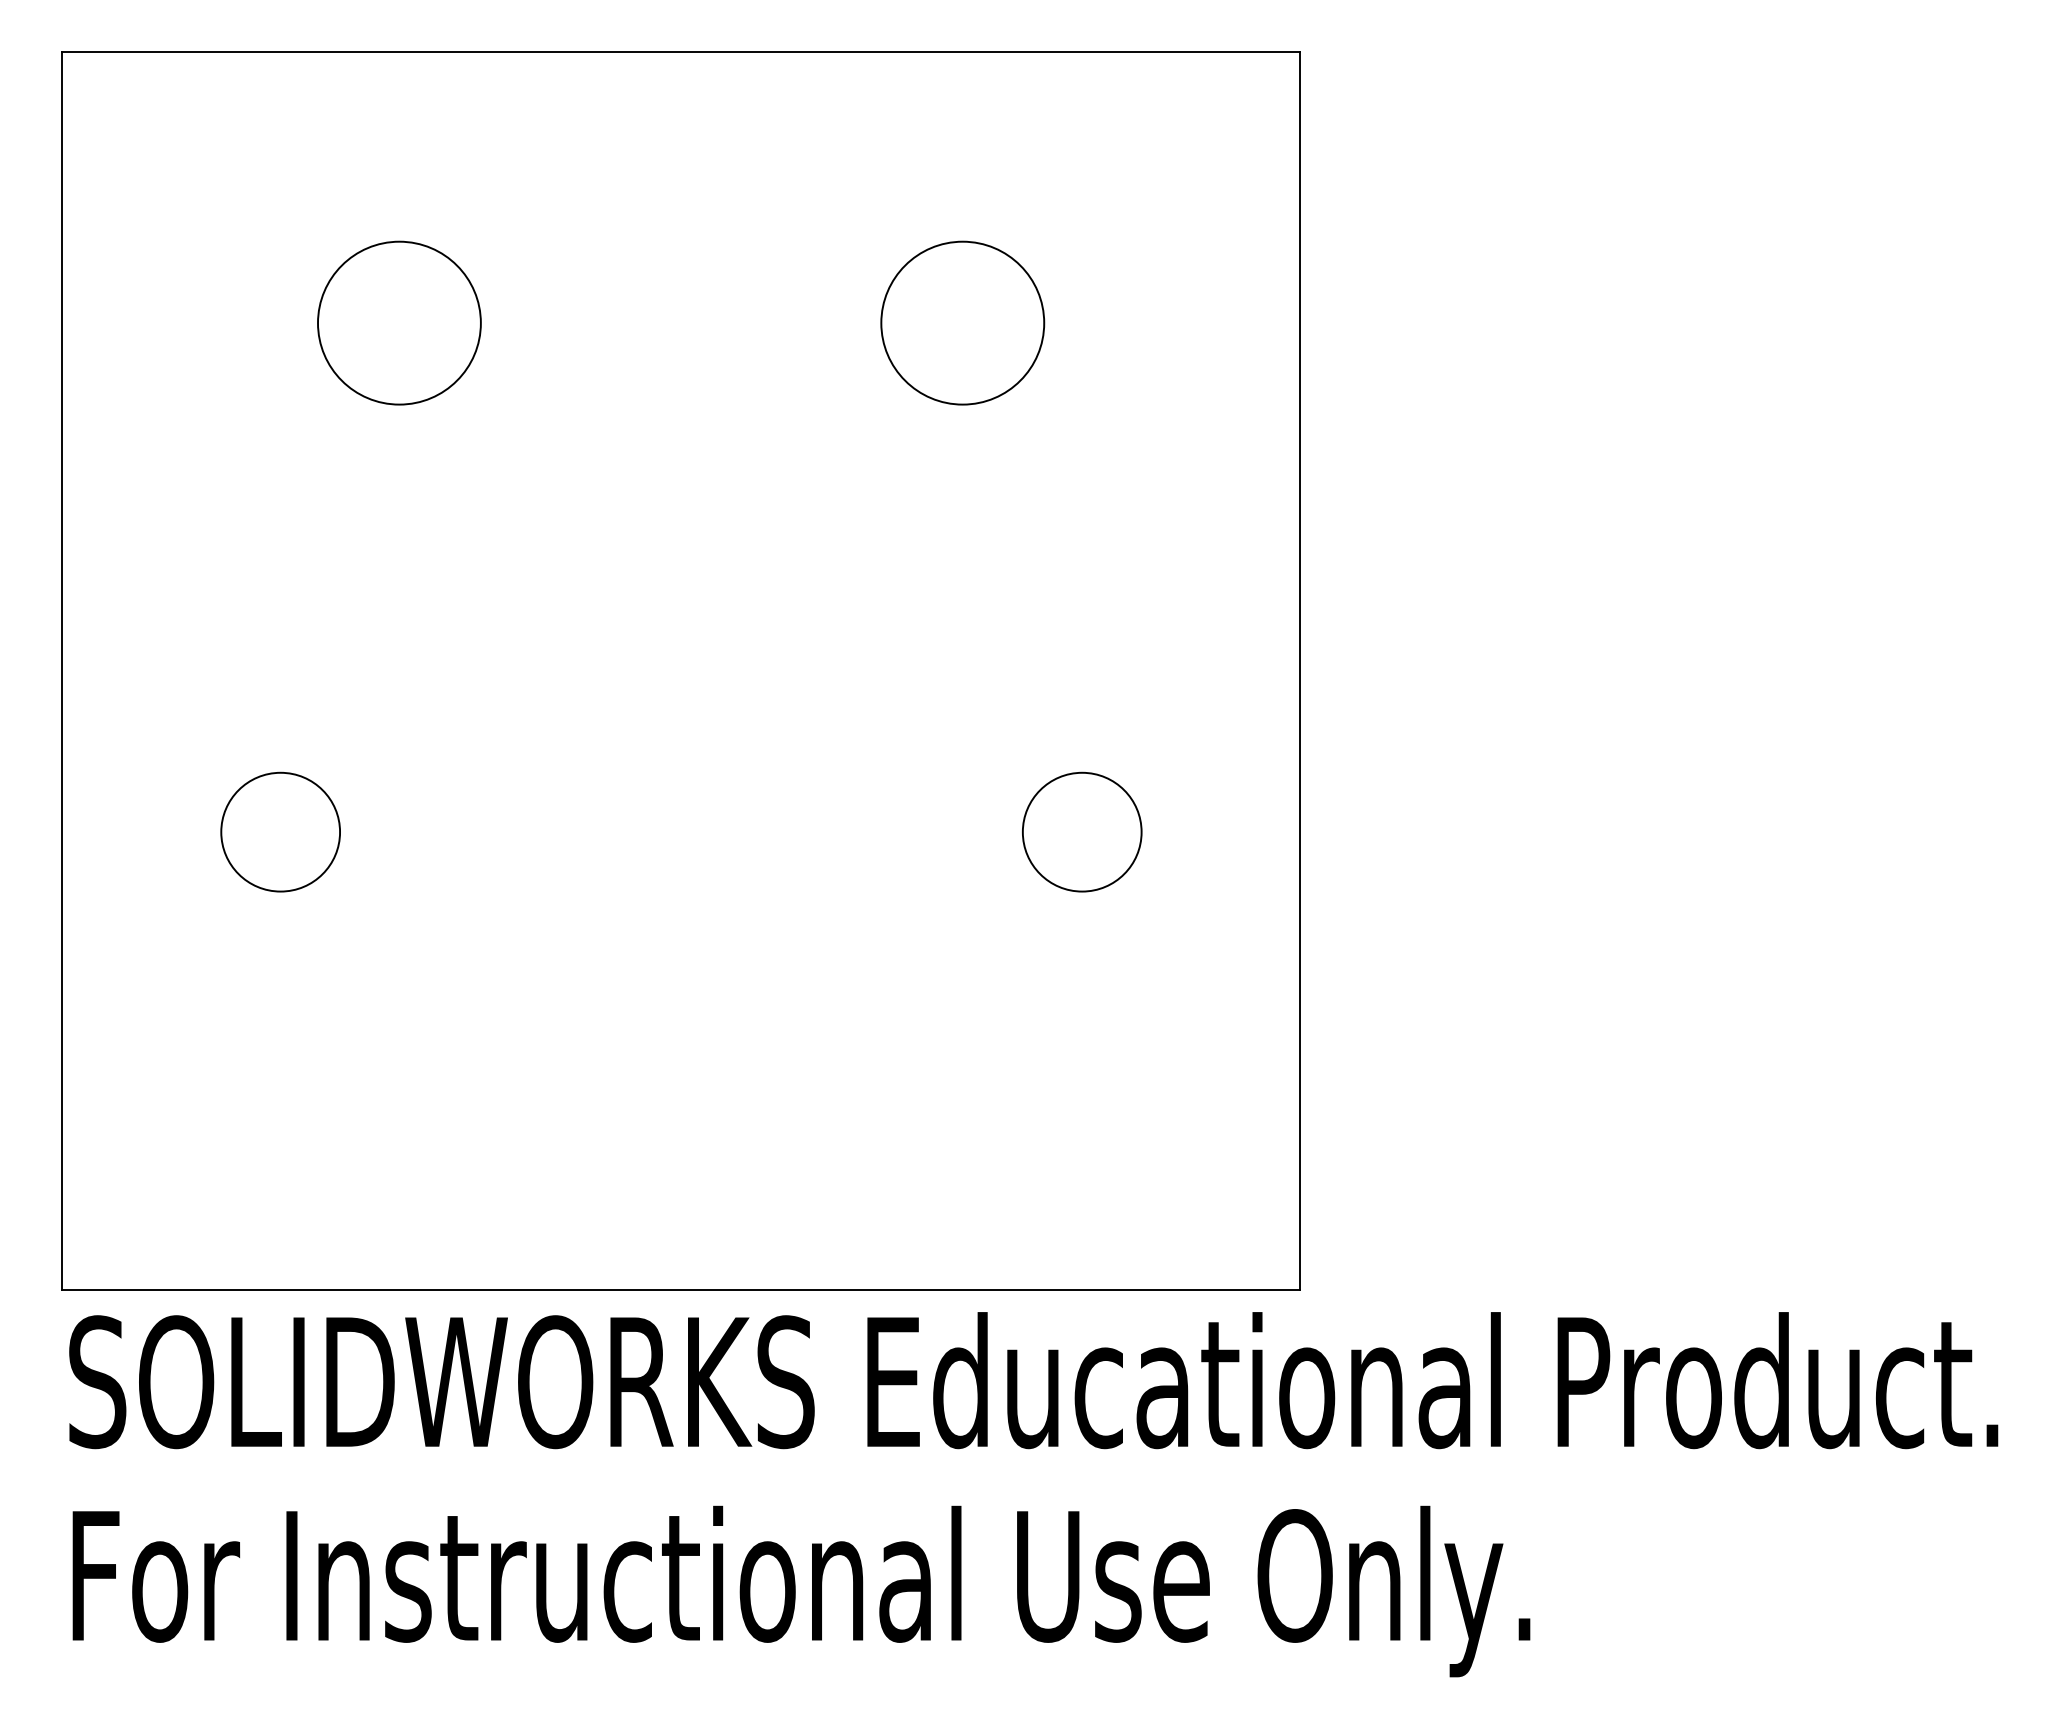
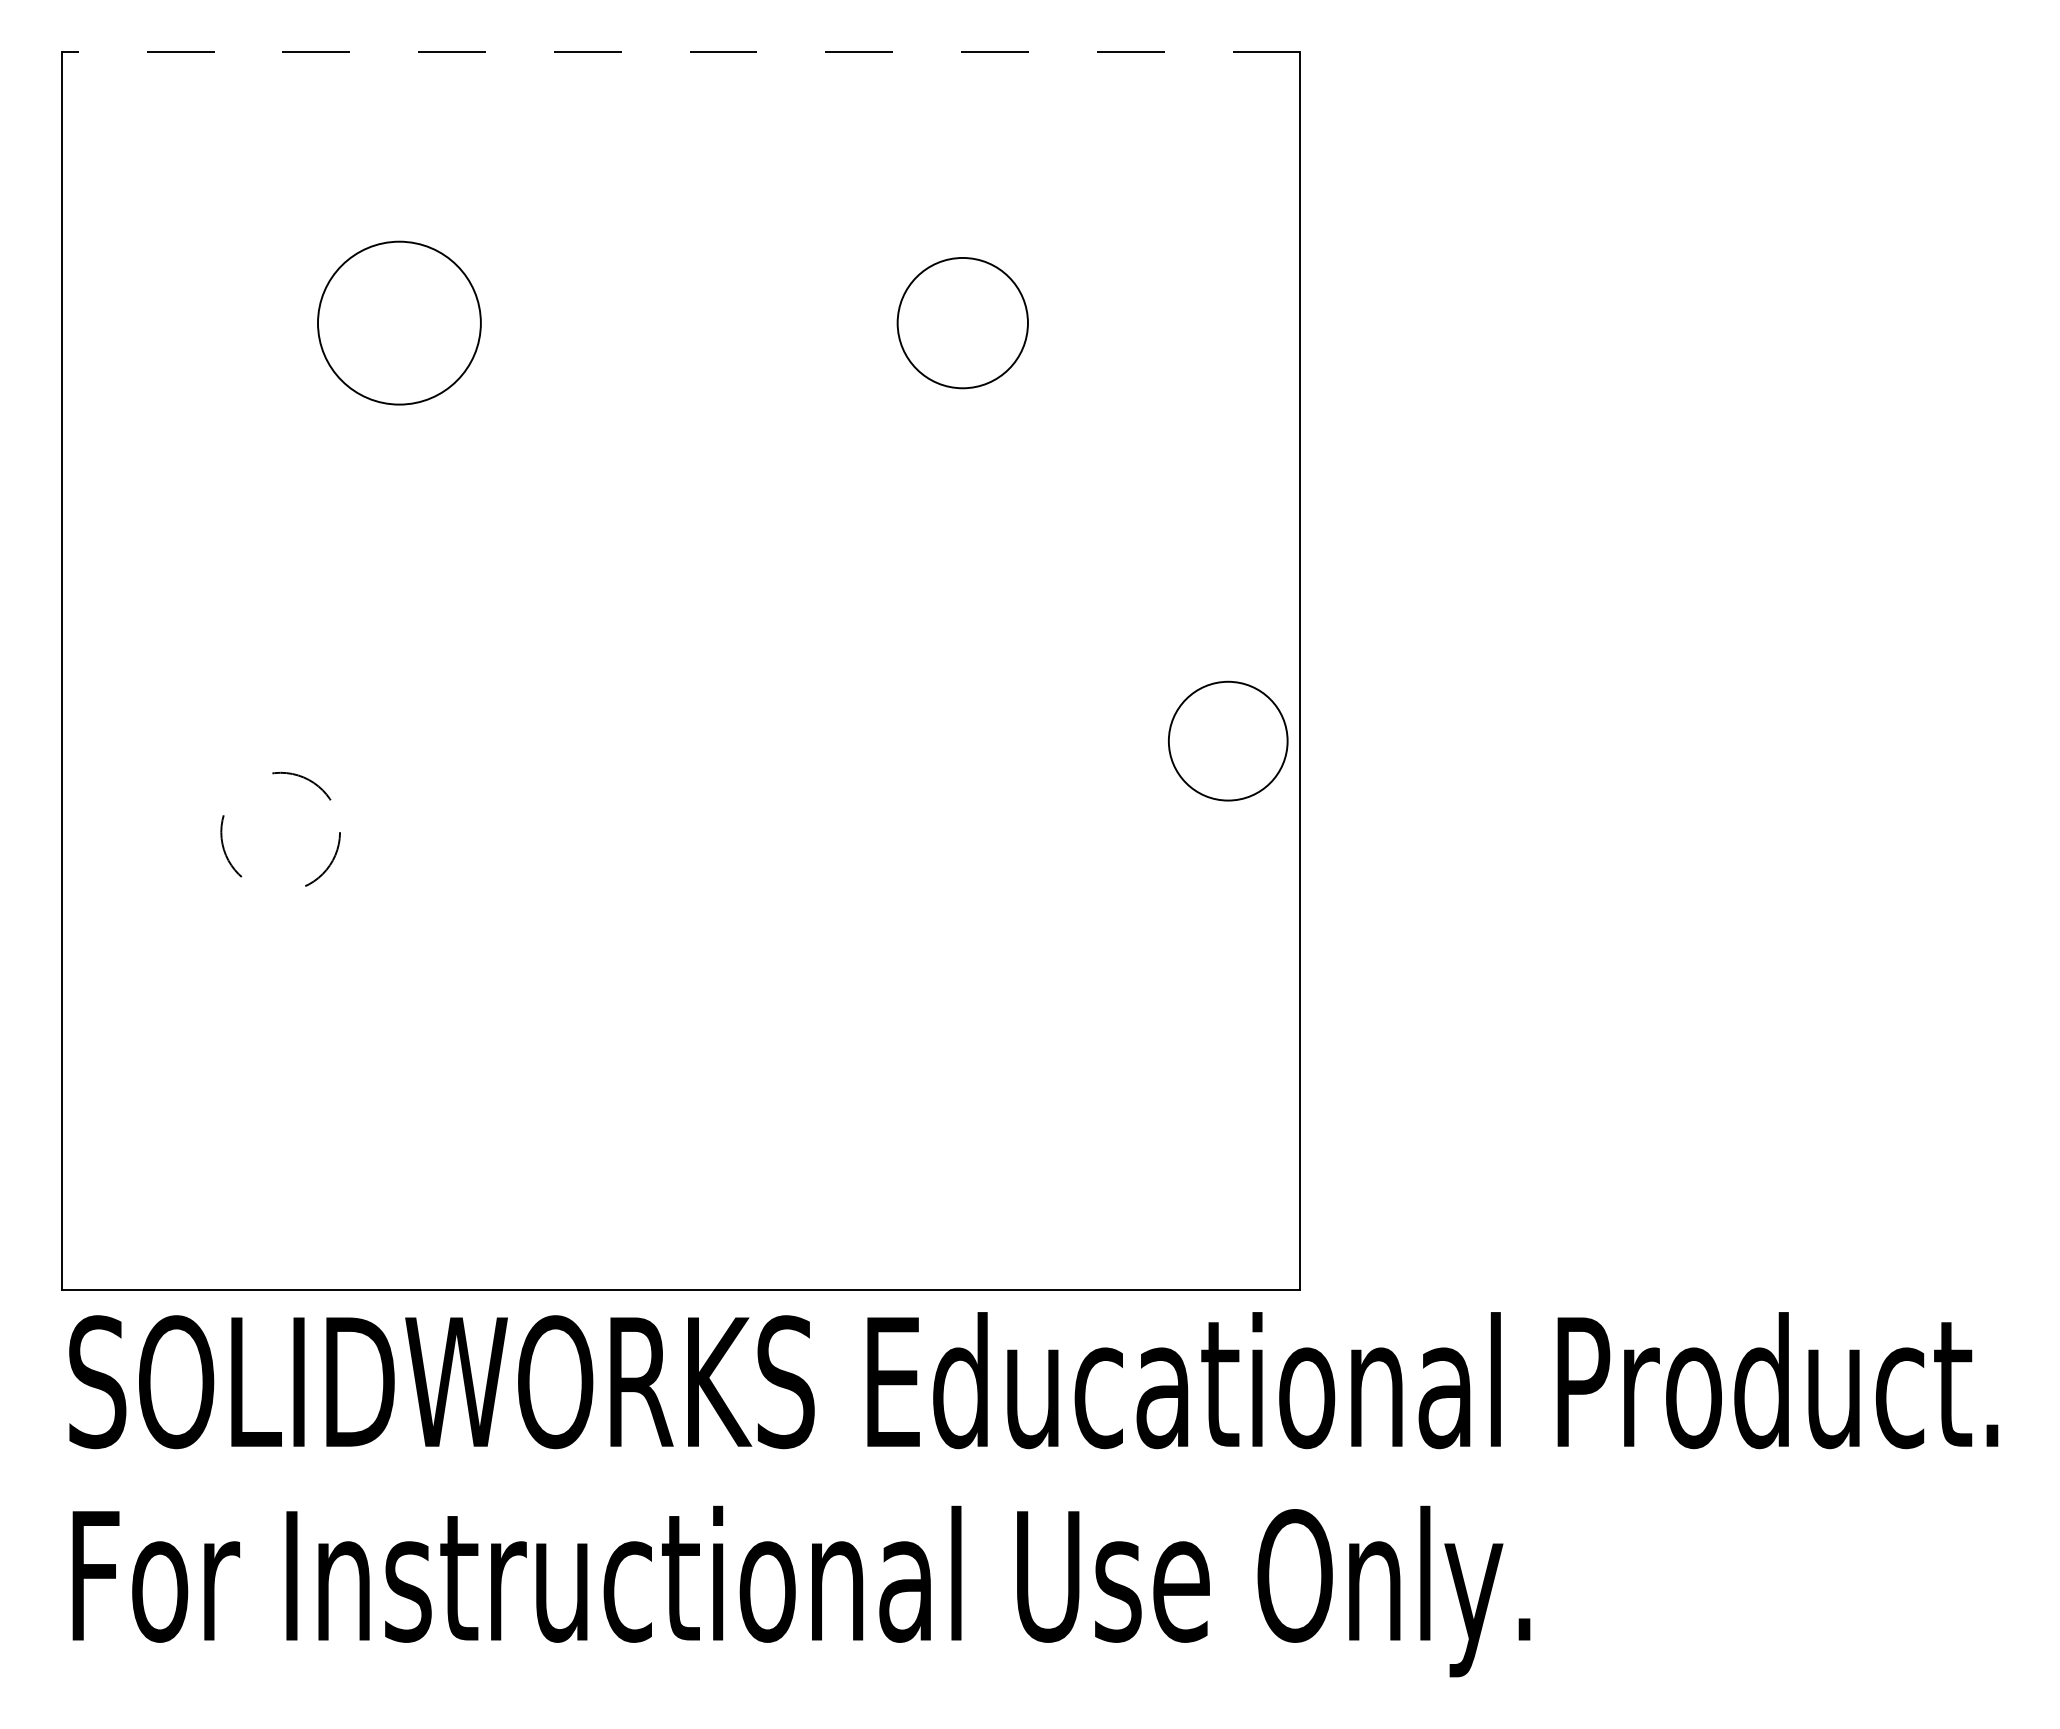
line at (680, 51): solid -> dashed
circle at (962, 322) size: 166x166 px -> 133x133 px
circle at (280, 831): solid -> dashed
circle at (1082, 831) position: (1082, 831) -> (1228, 740)
